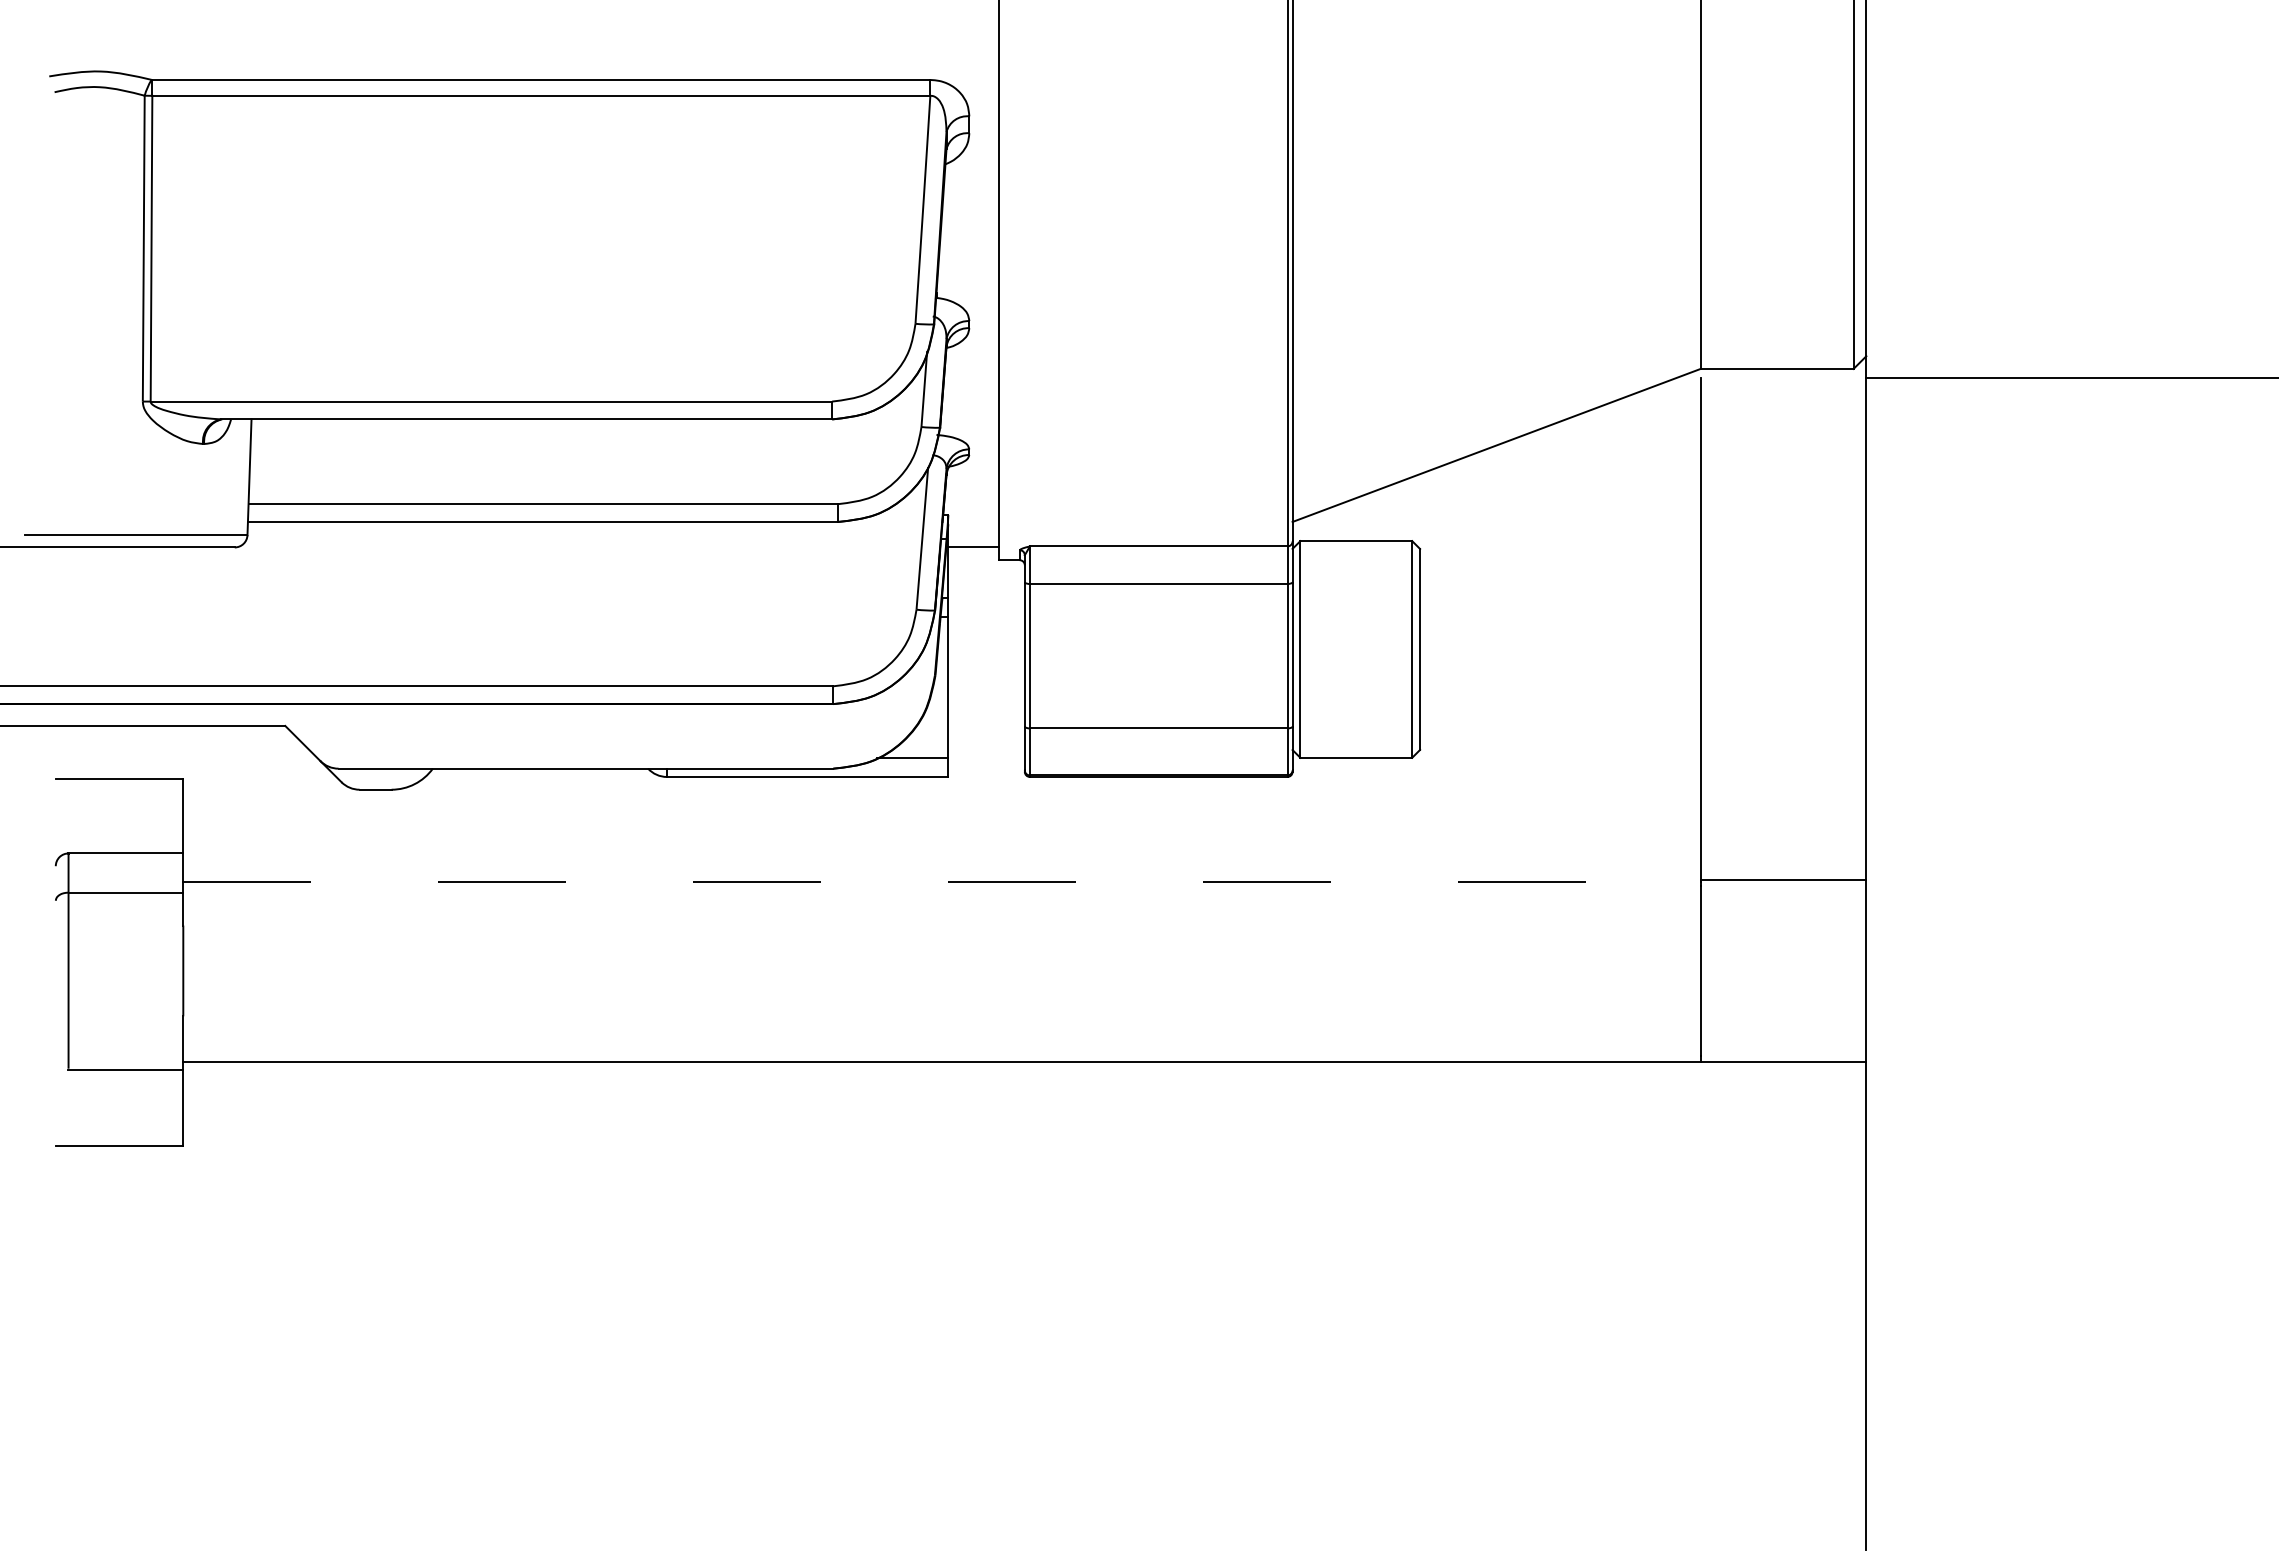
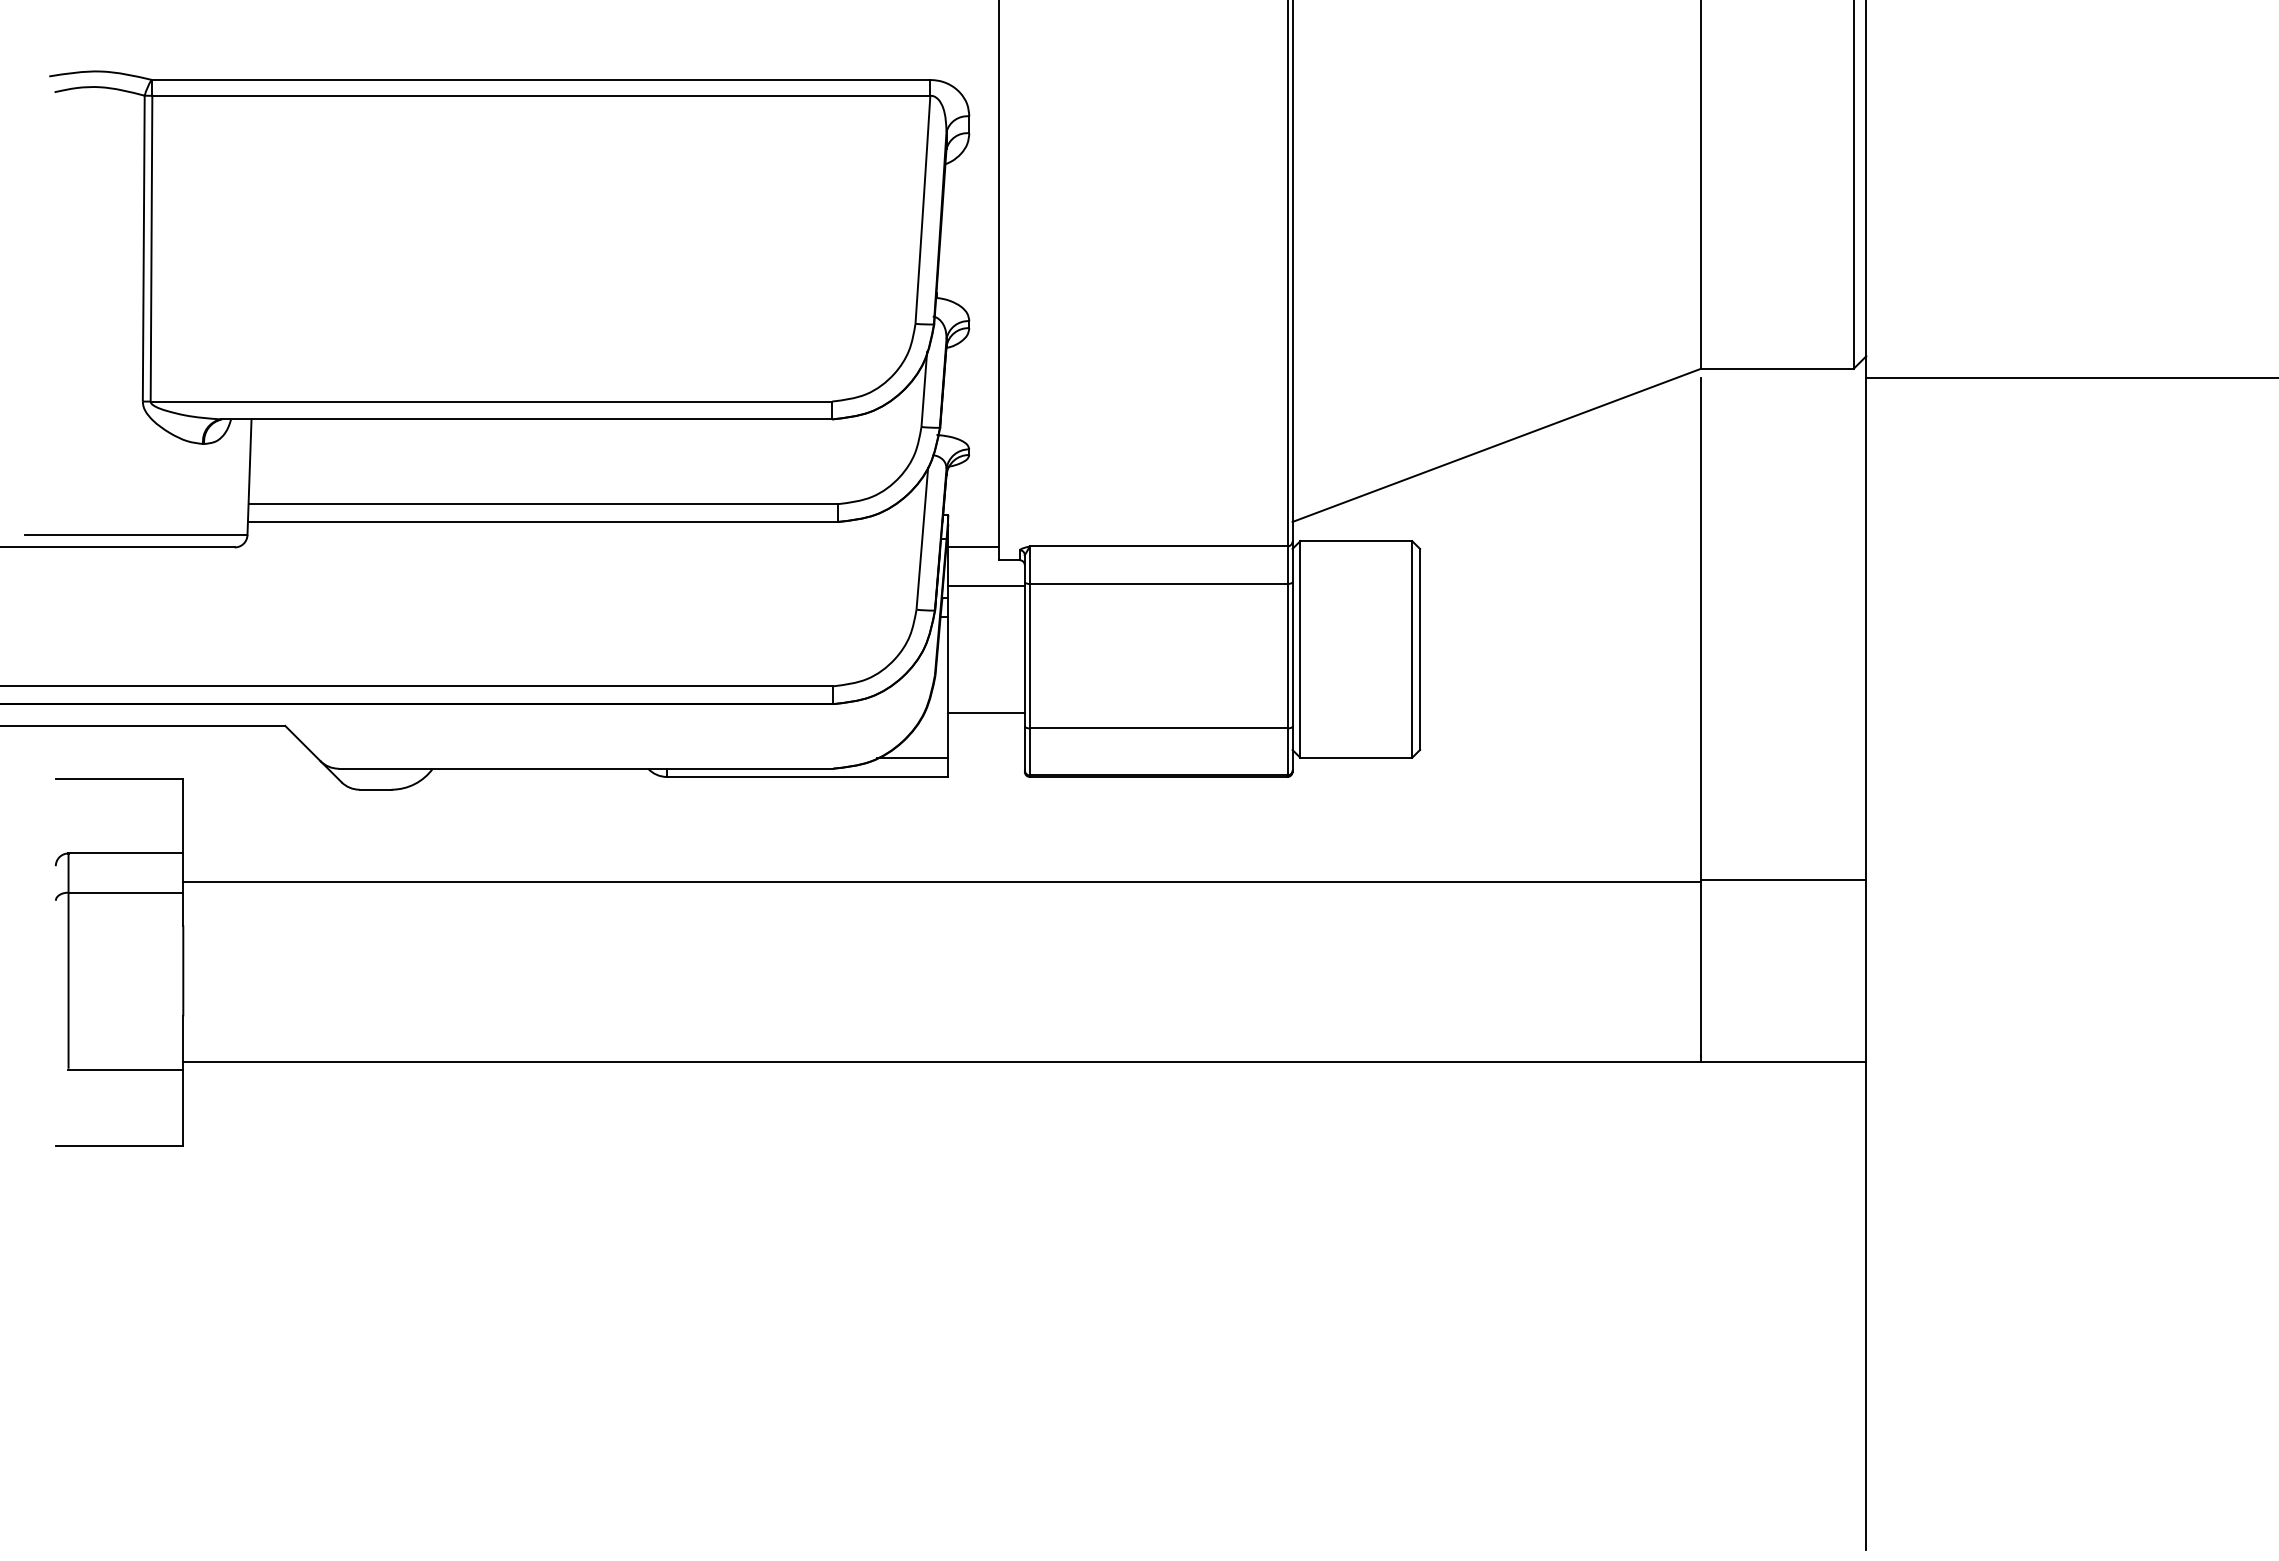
line at (986, 585): none -> present
line at (986, 713): none -> present
line at (941, 882): dashed -> solid
